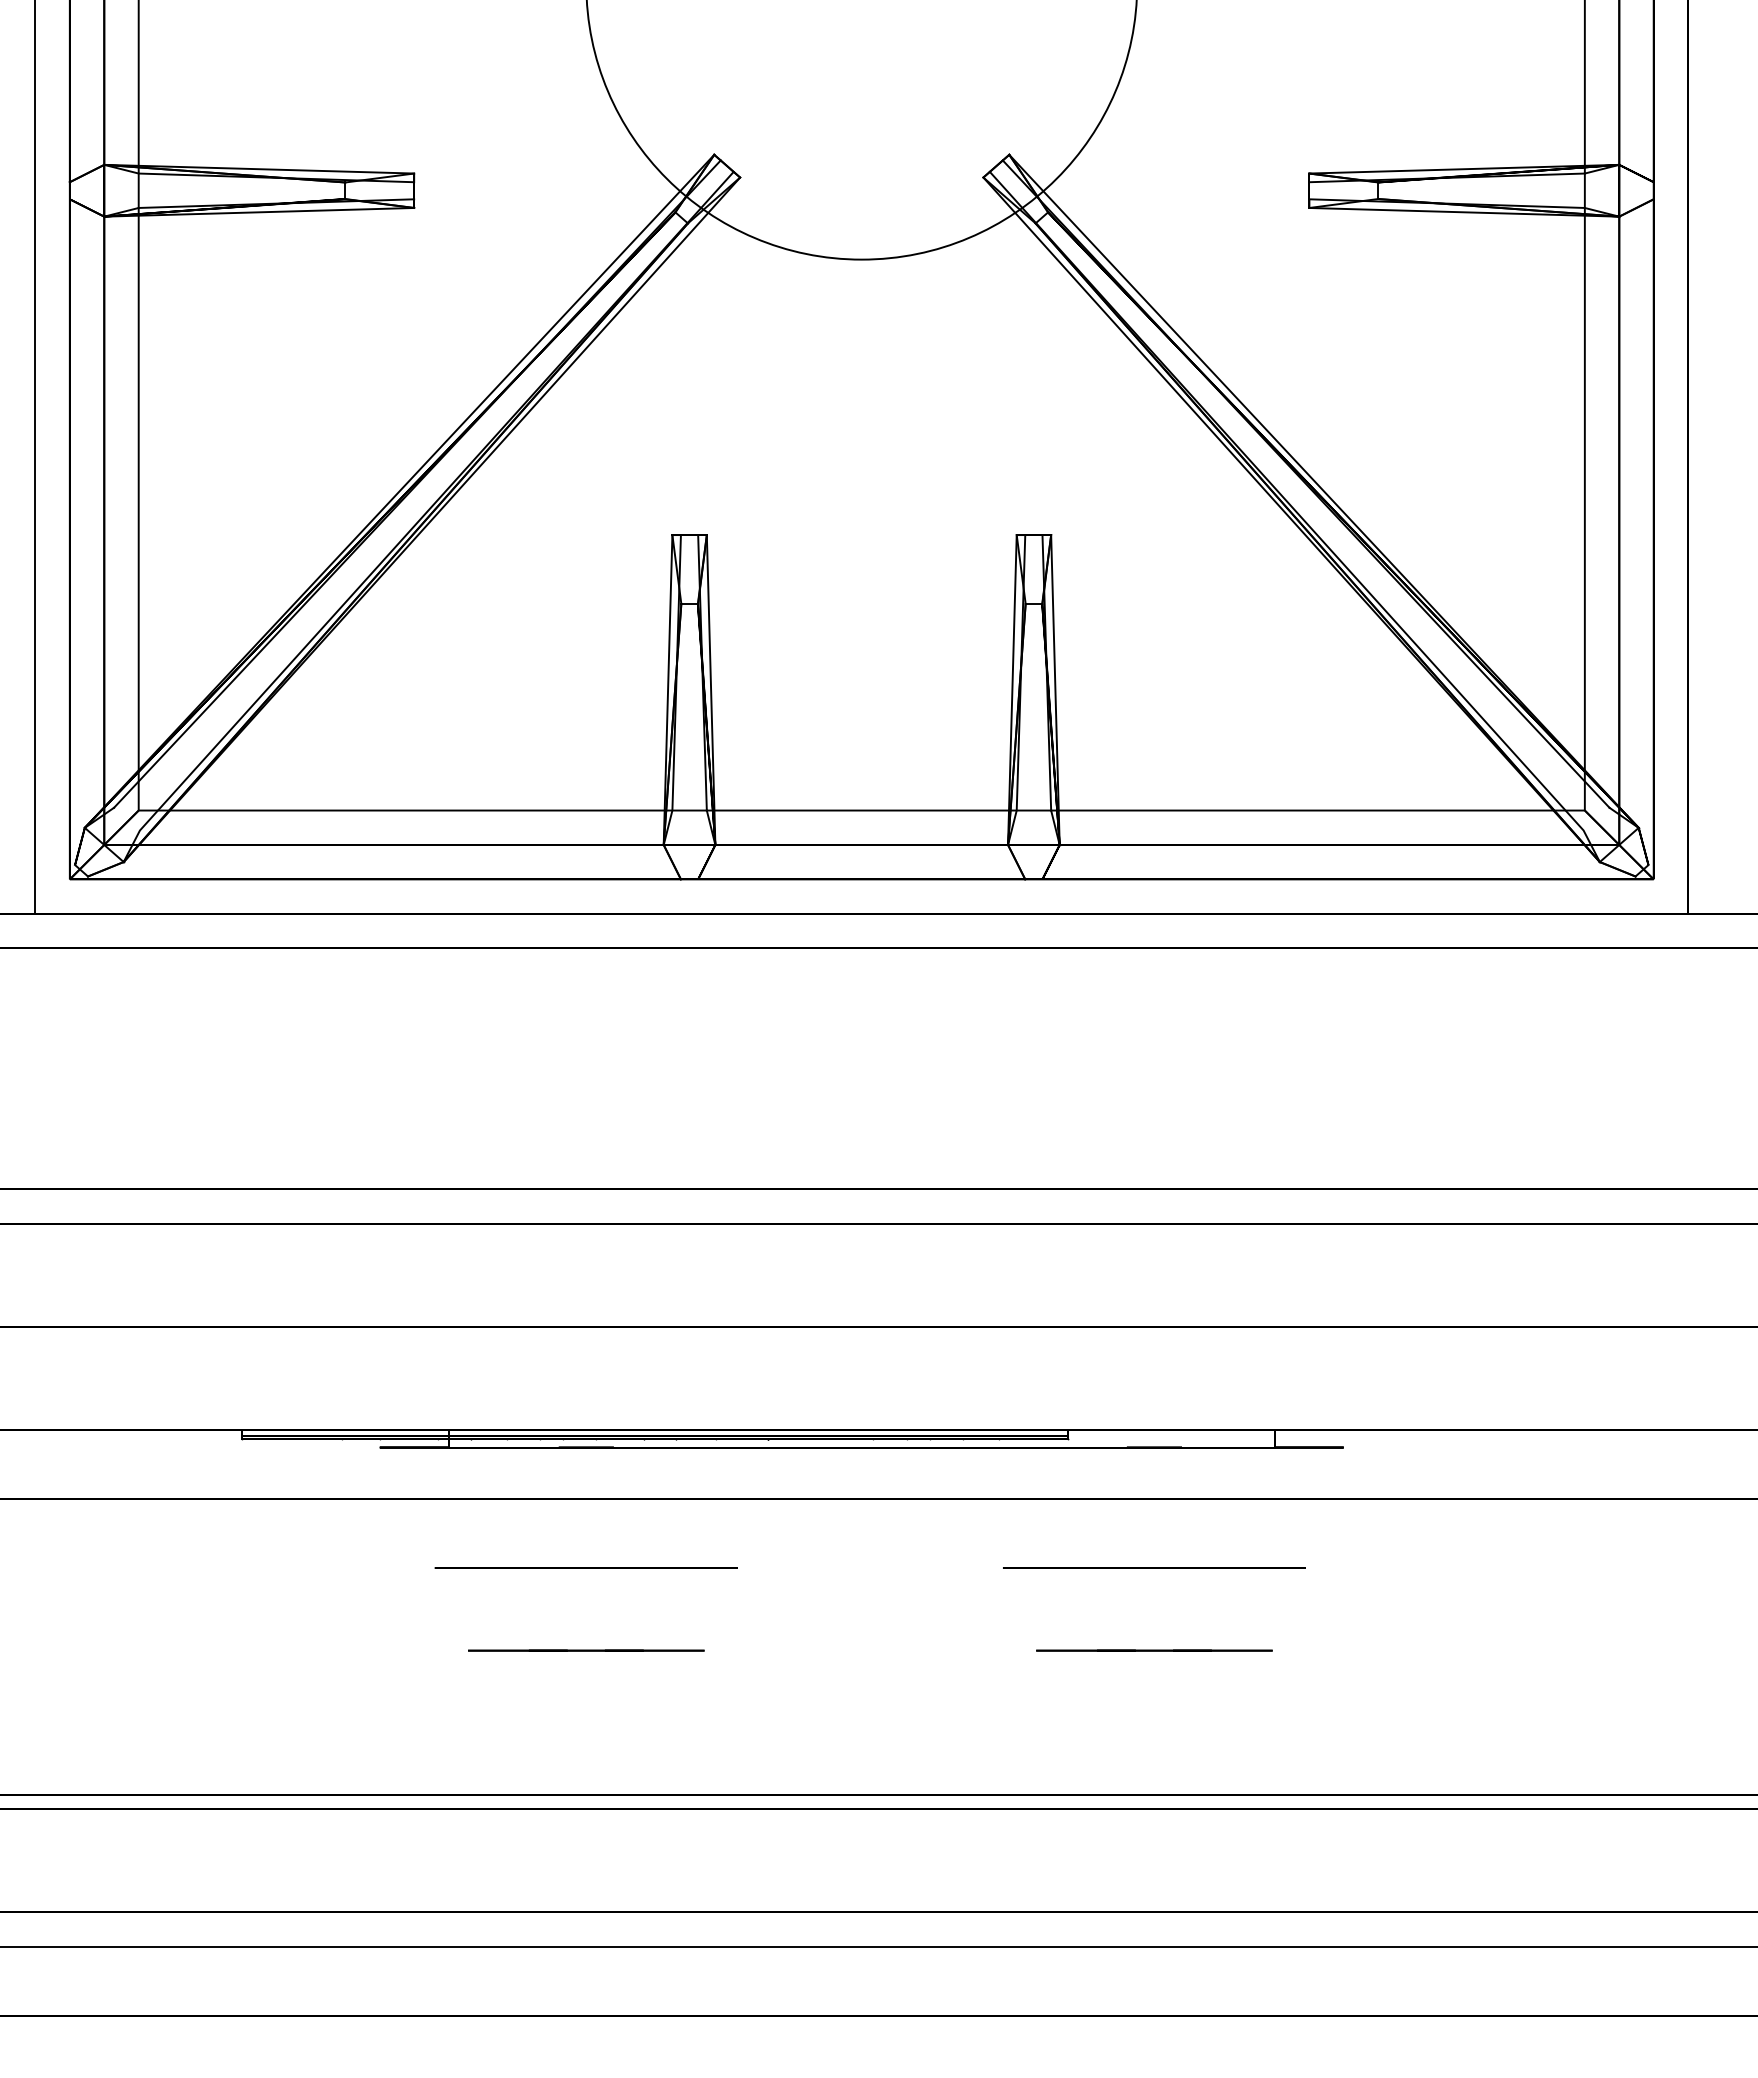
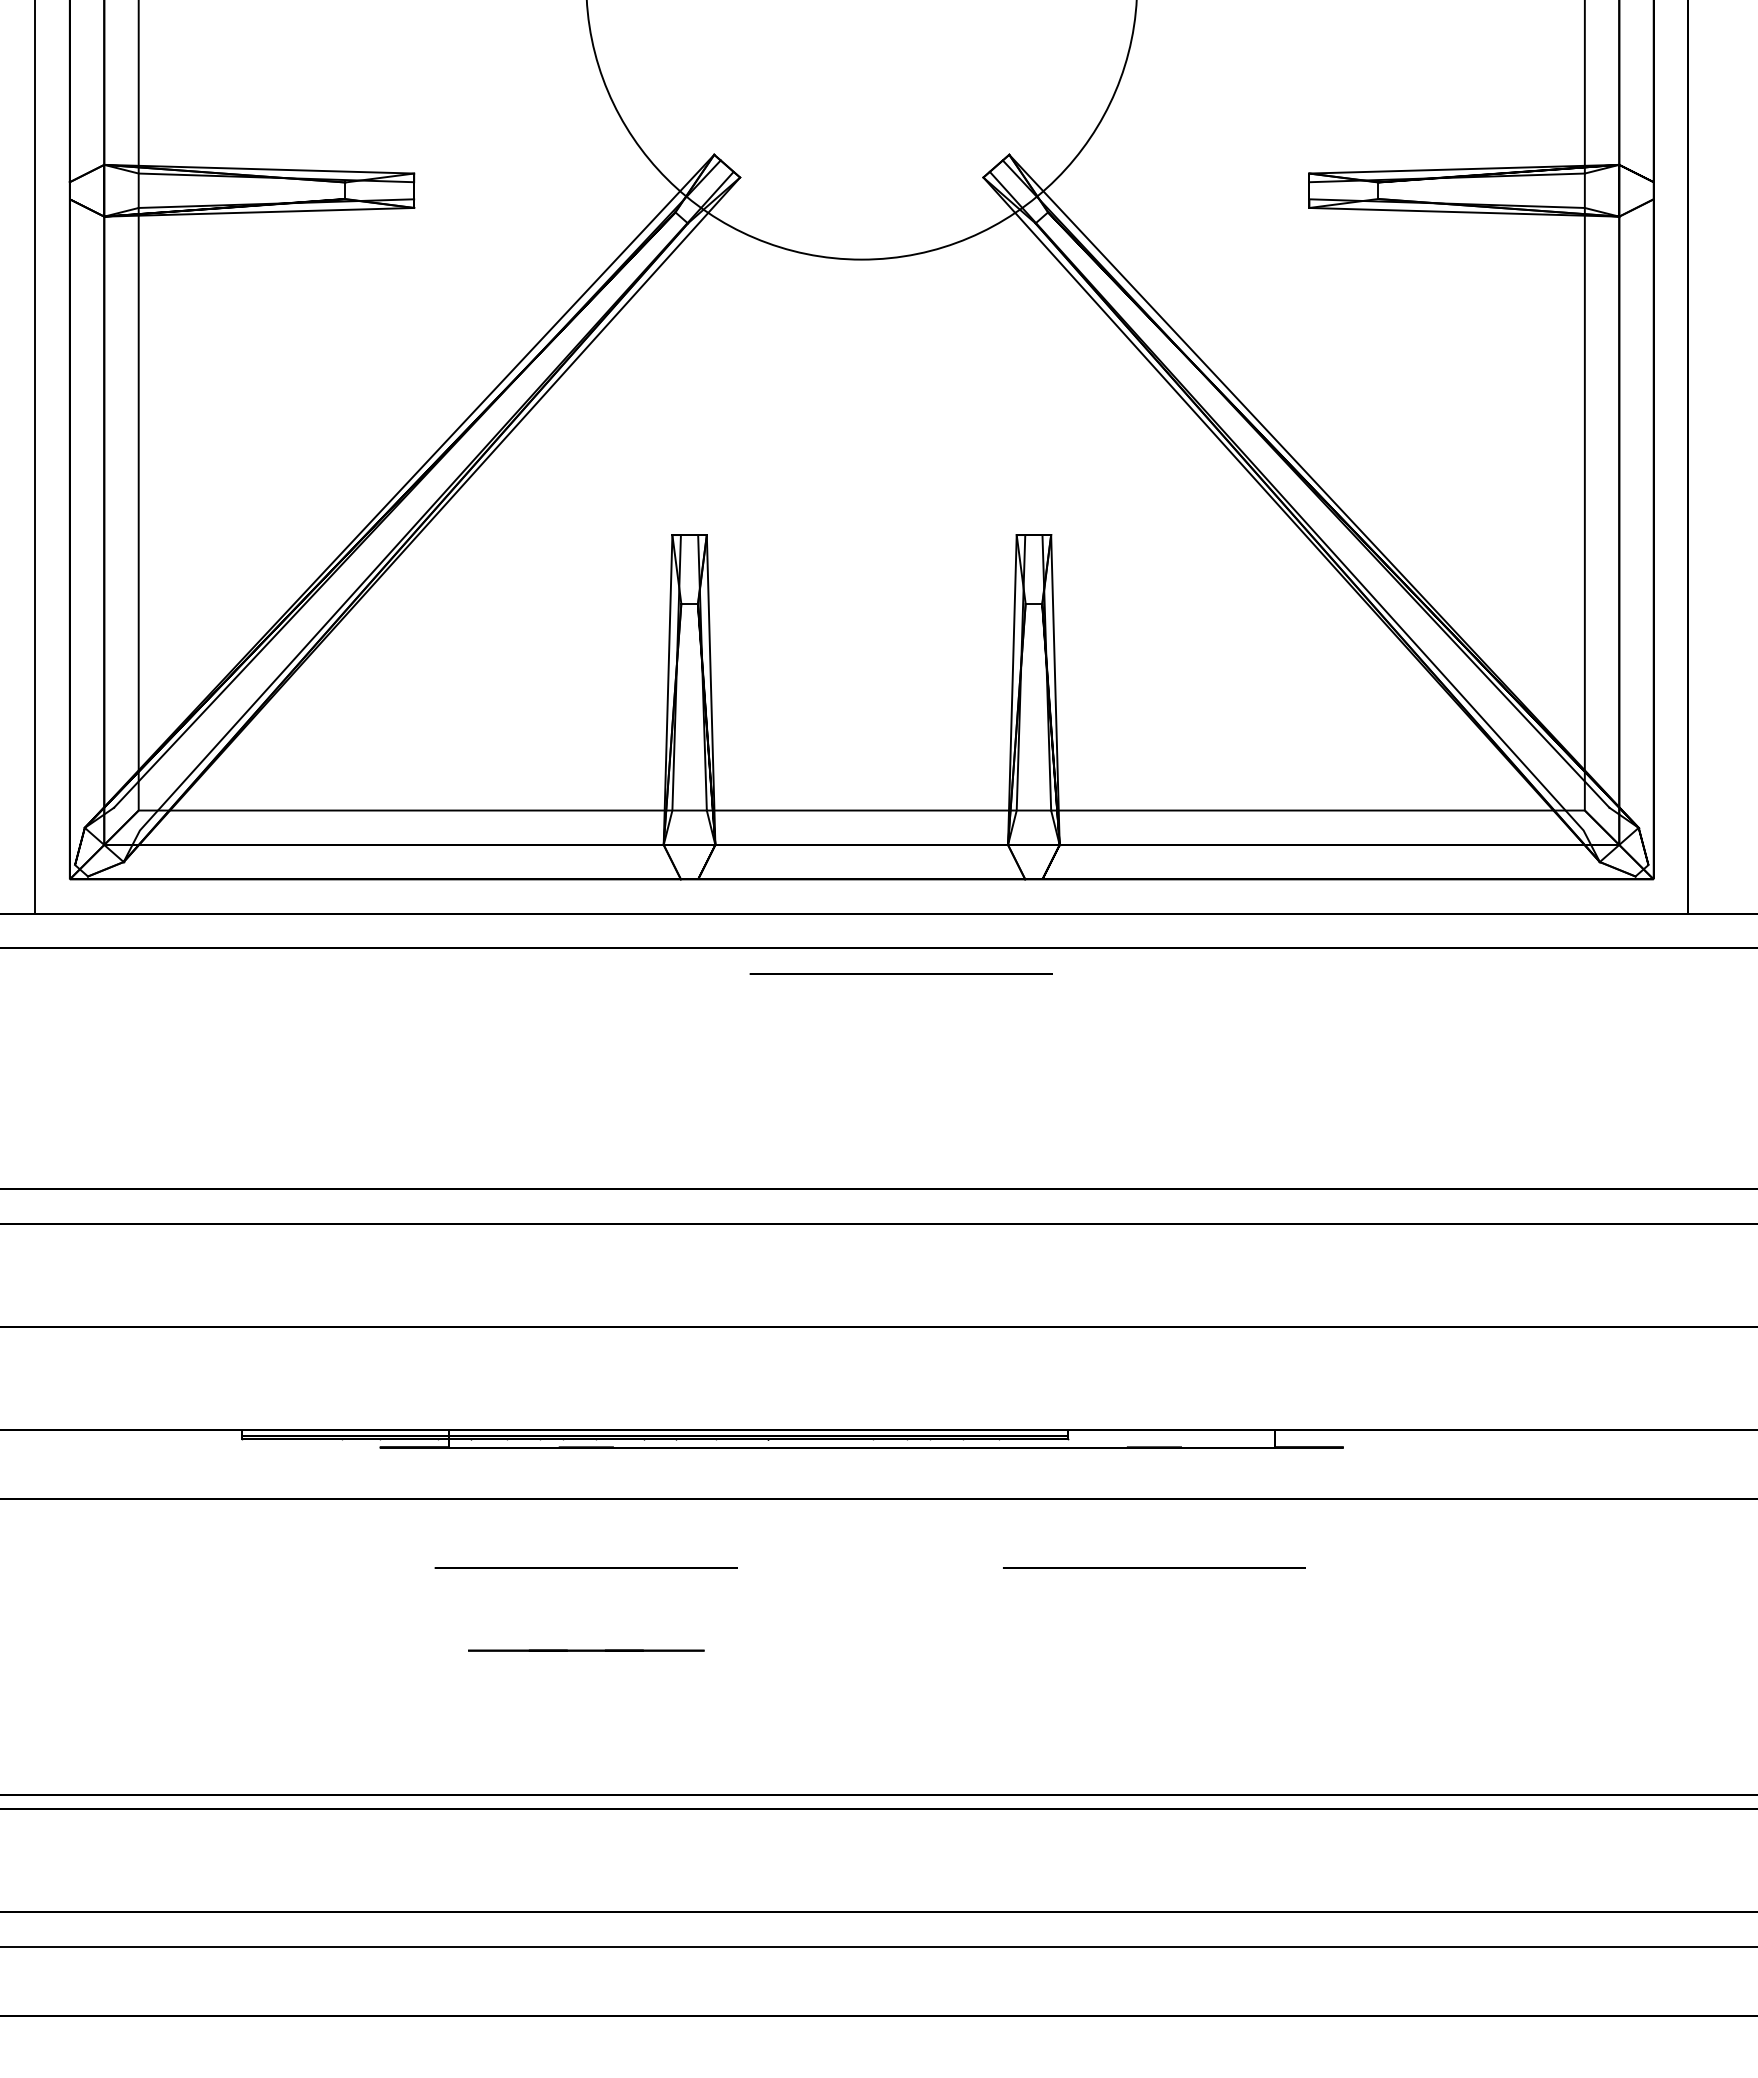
circle at (900, 973): none -> present
line at (1154, 1650): present -> none
